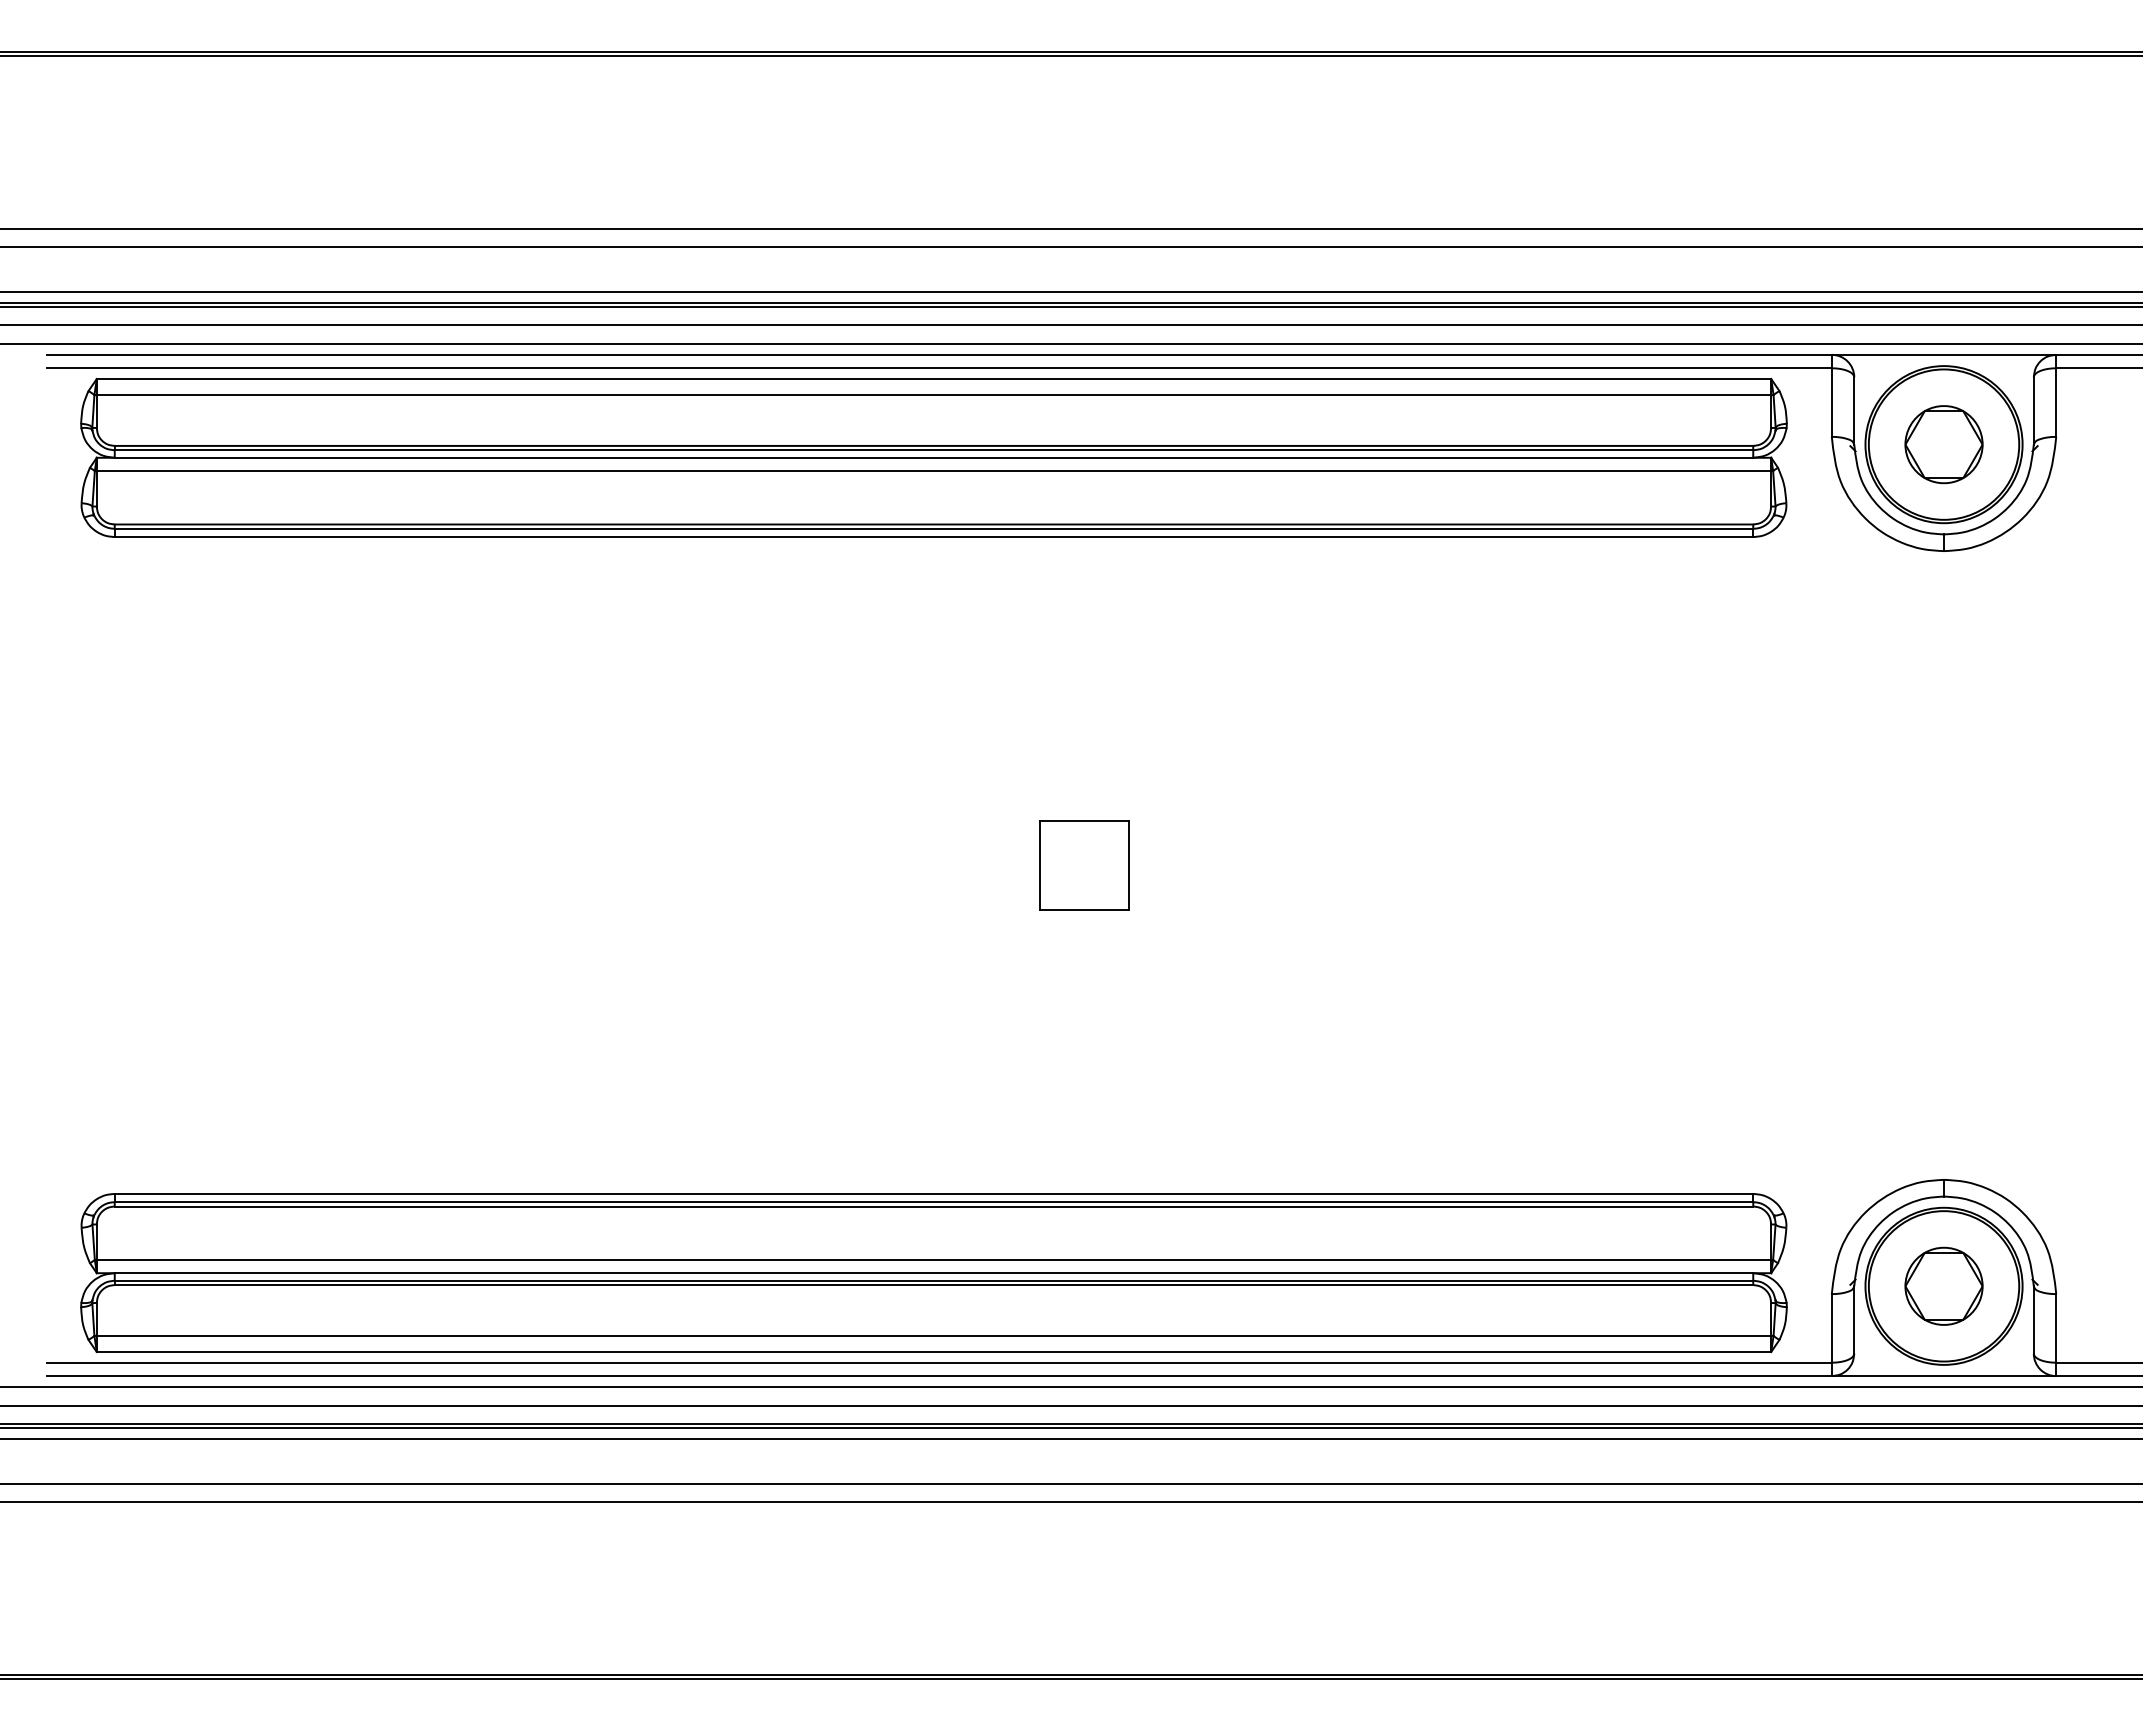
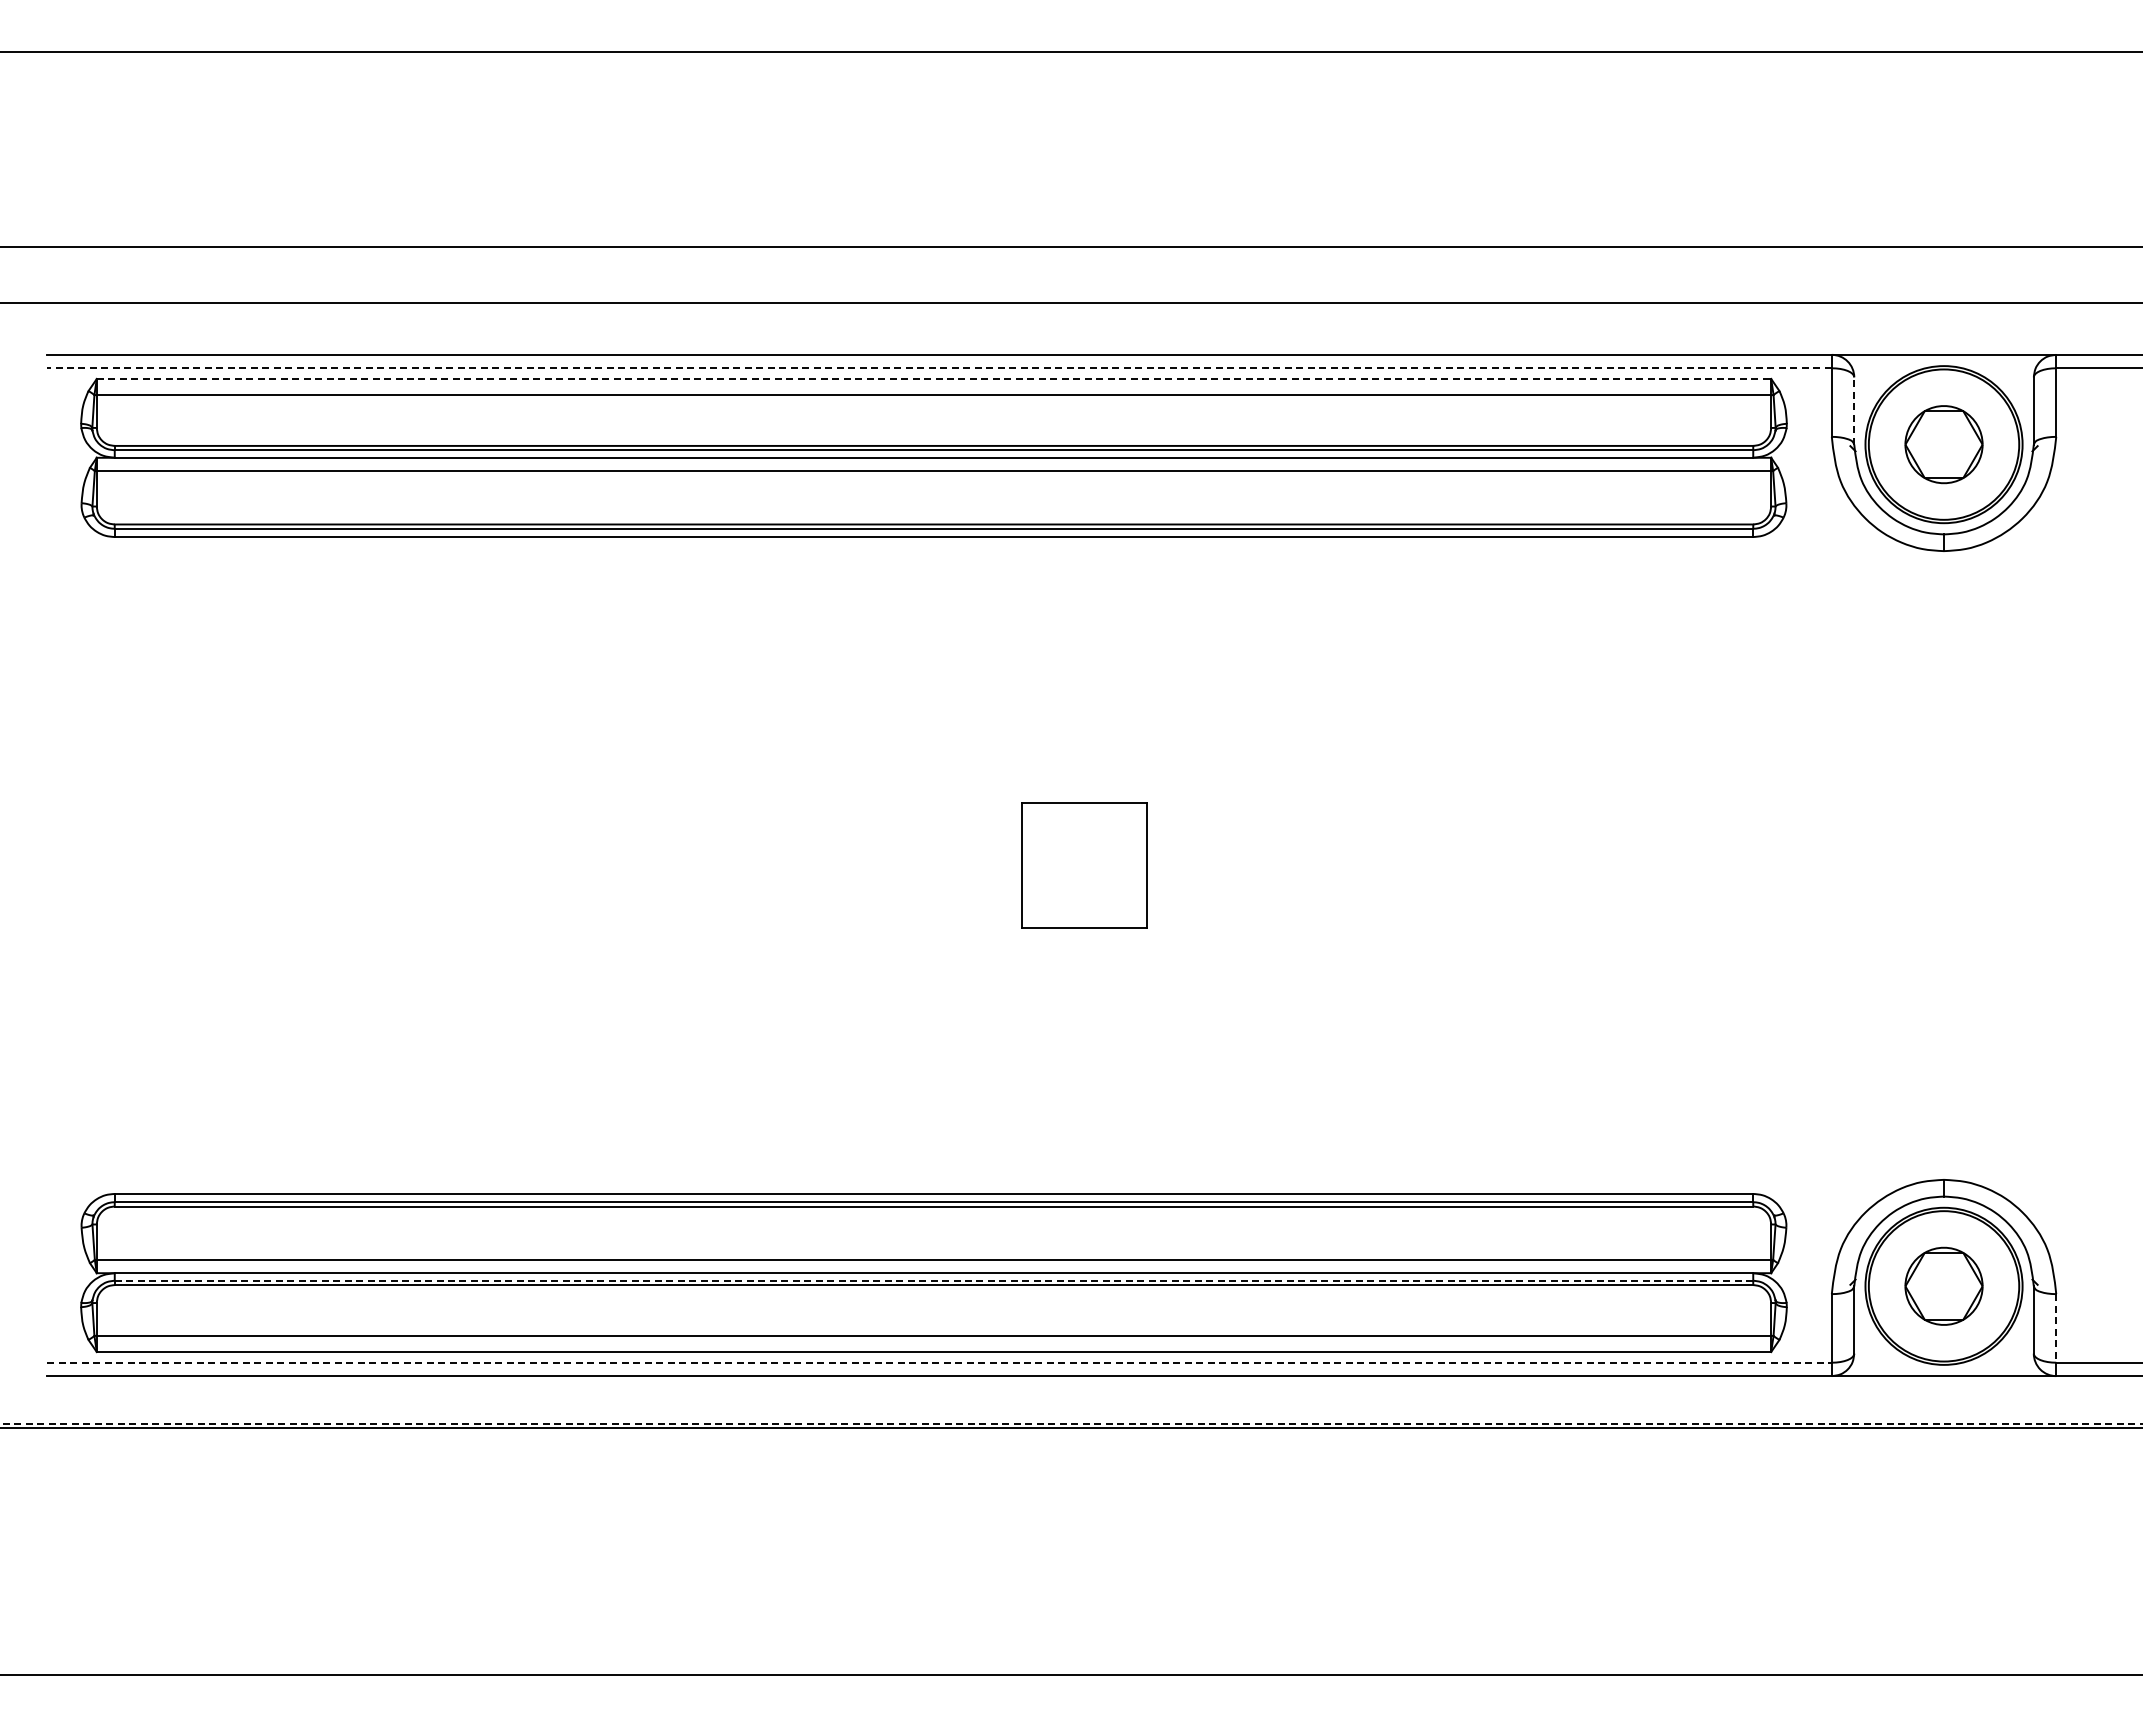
line at (1070, 55): present -> none
line at (1070, 228): present -> none
line at (1070, 292): present -> none
line at (1070, 307): present -> none
line at (1070, 325): present -> none
line at (1070, 343): present -> none
line at (939, 368): solid -> dashed
line at (934, 379): solid -> dashed
line at (1854, 410): solid -> dashed
part at (1084, 865) size: 91x91 px -> 127x127 px
line at (933, 1280): solid -> dashed
line at (2056, 1328): solid -> dashed
line at (940, 1362): solid -> dashed
line at (1070, 1387): present -> none
line at (1070, 1405): present -> none
line at (1071, 1423): solid -> dashed
line at (1070, 1438): present -> none
line at (1070, 1483): present -> none
line at (1070, 1502): present -> none
line at (1070, 1679): present -> none
